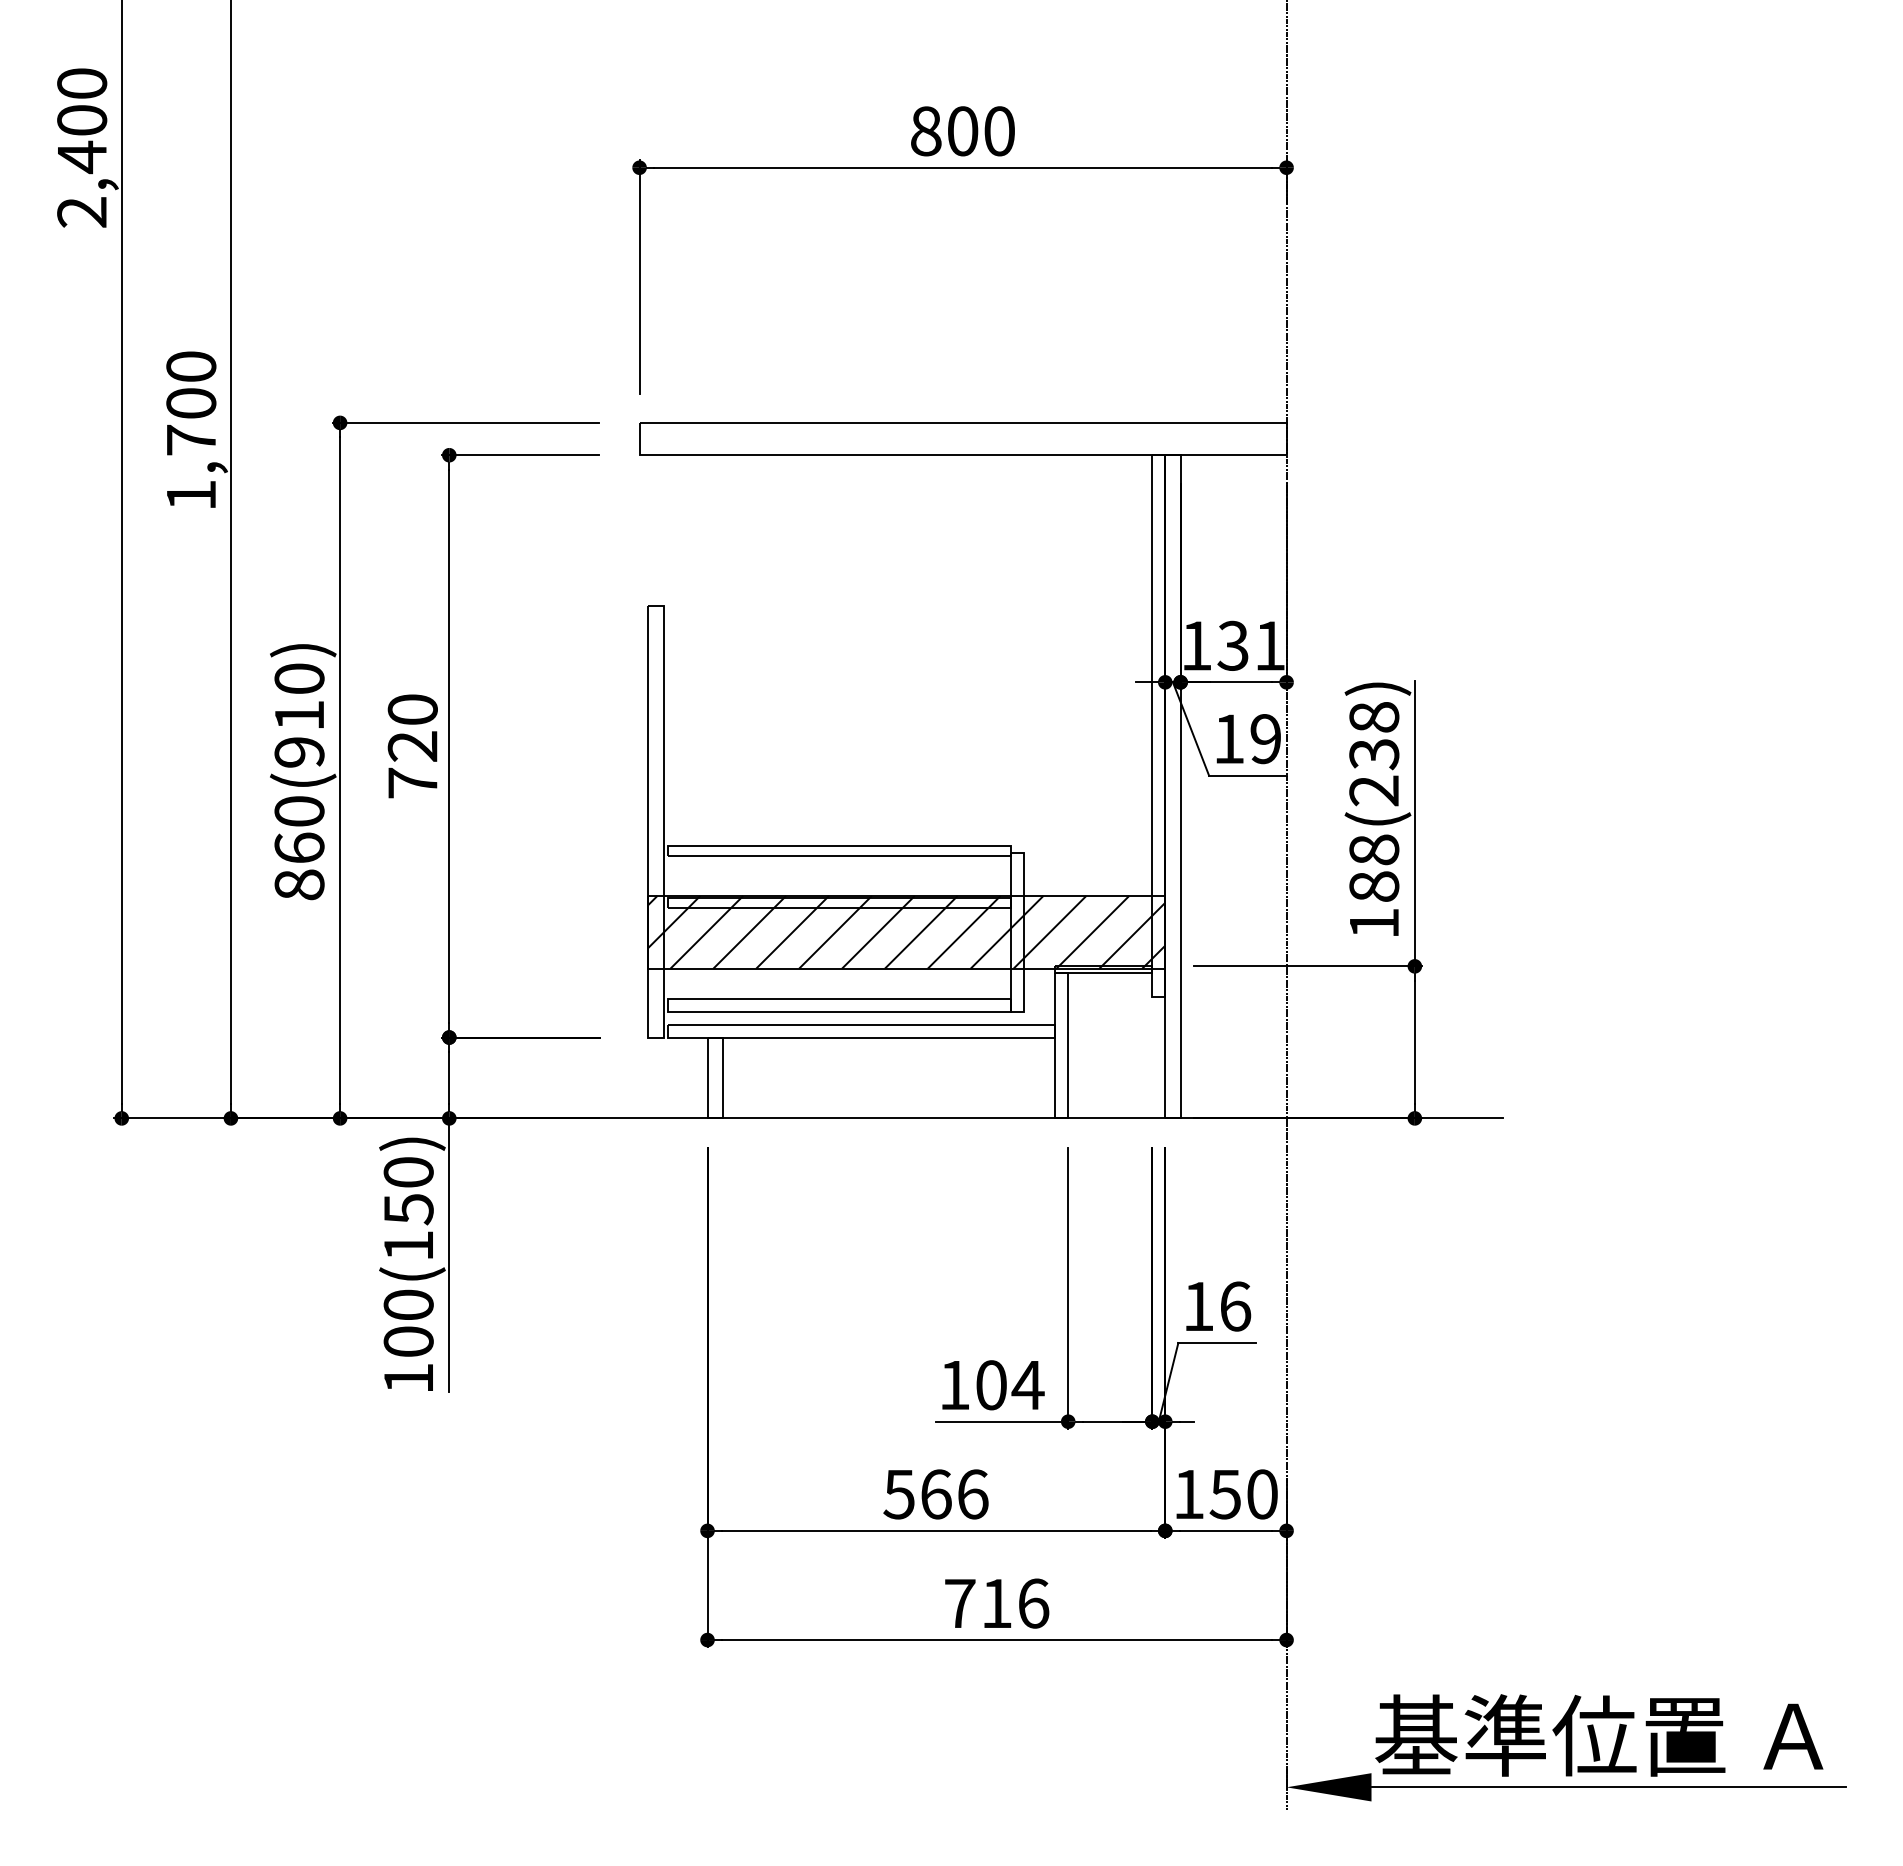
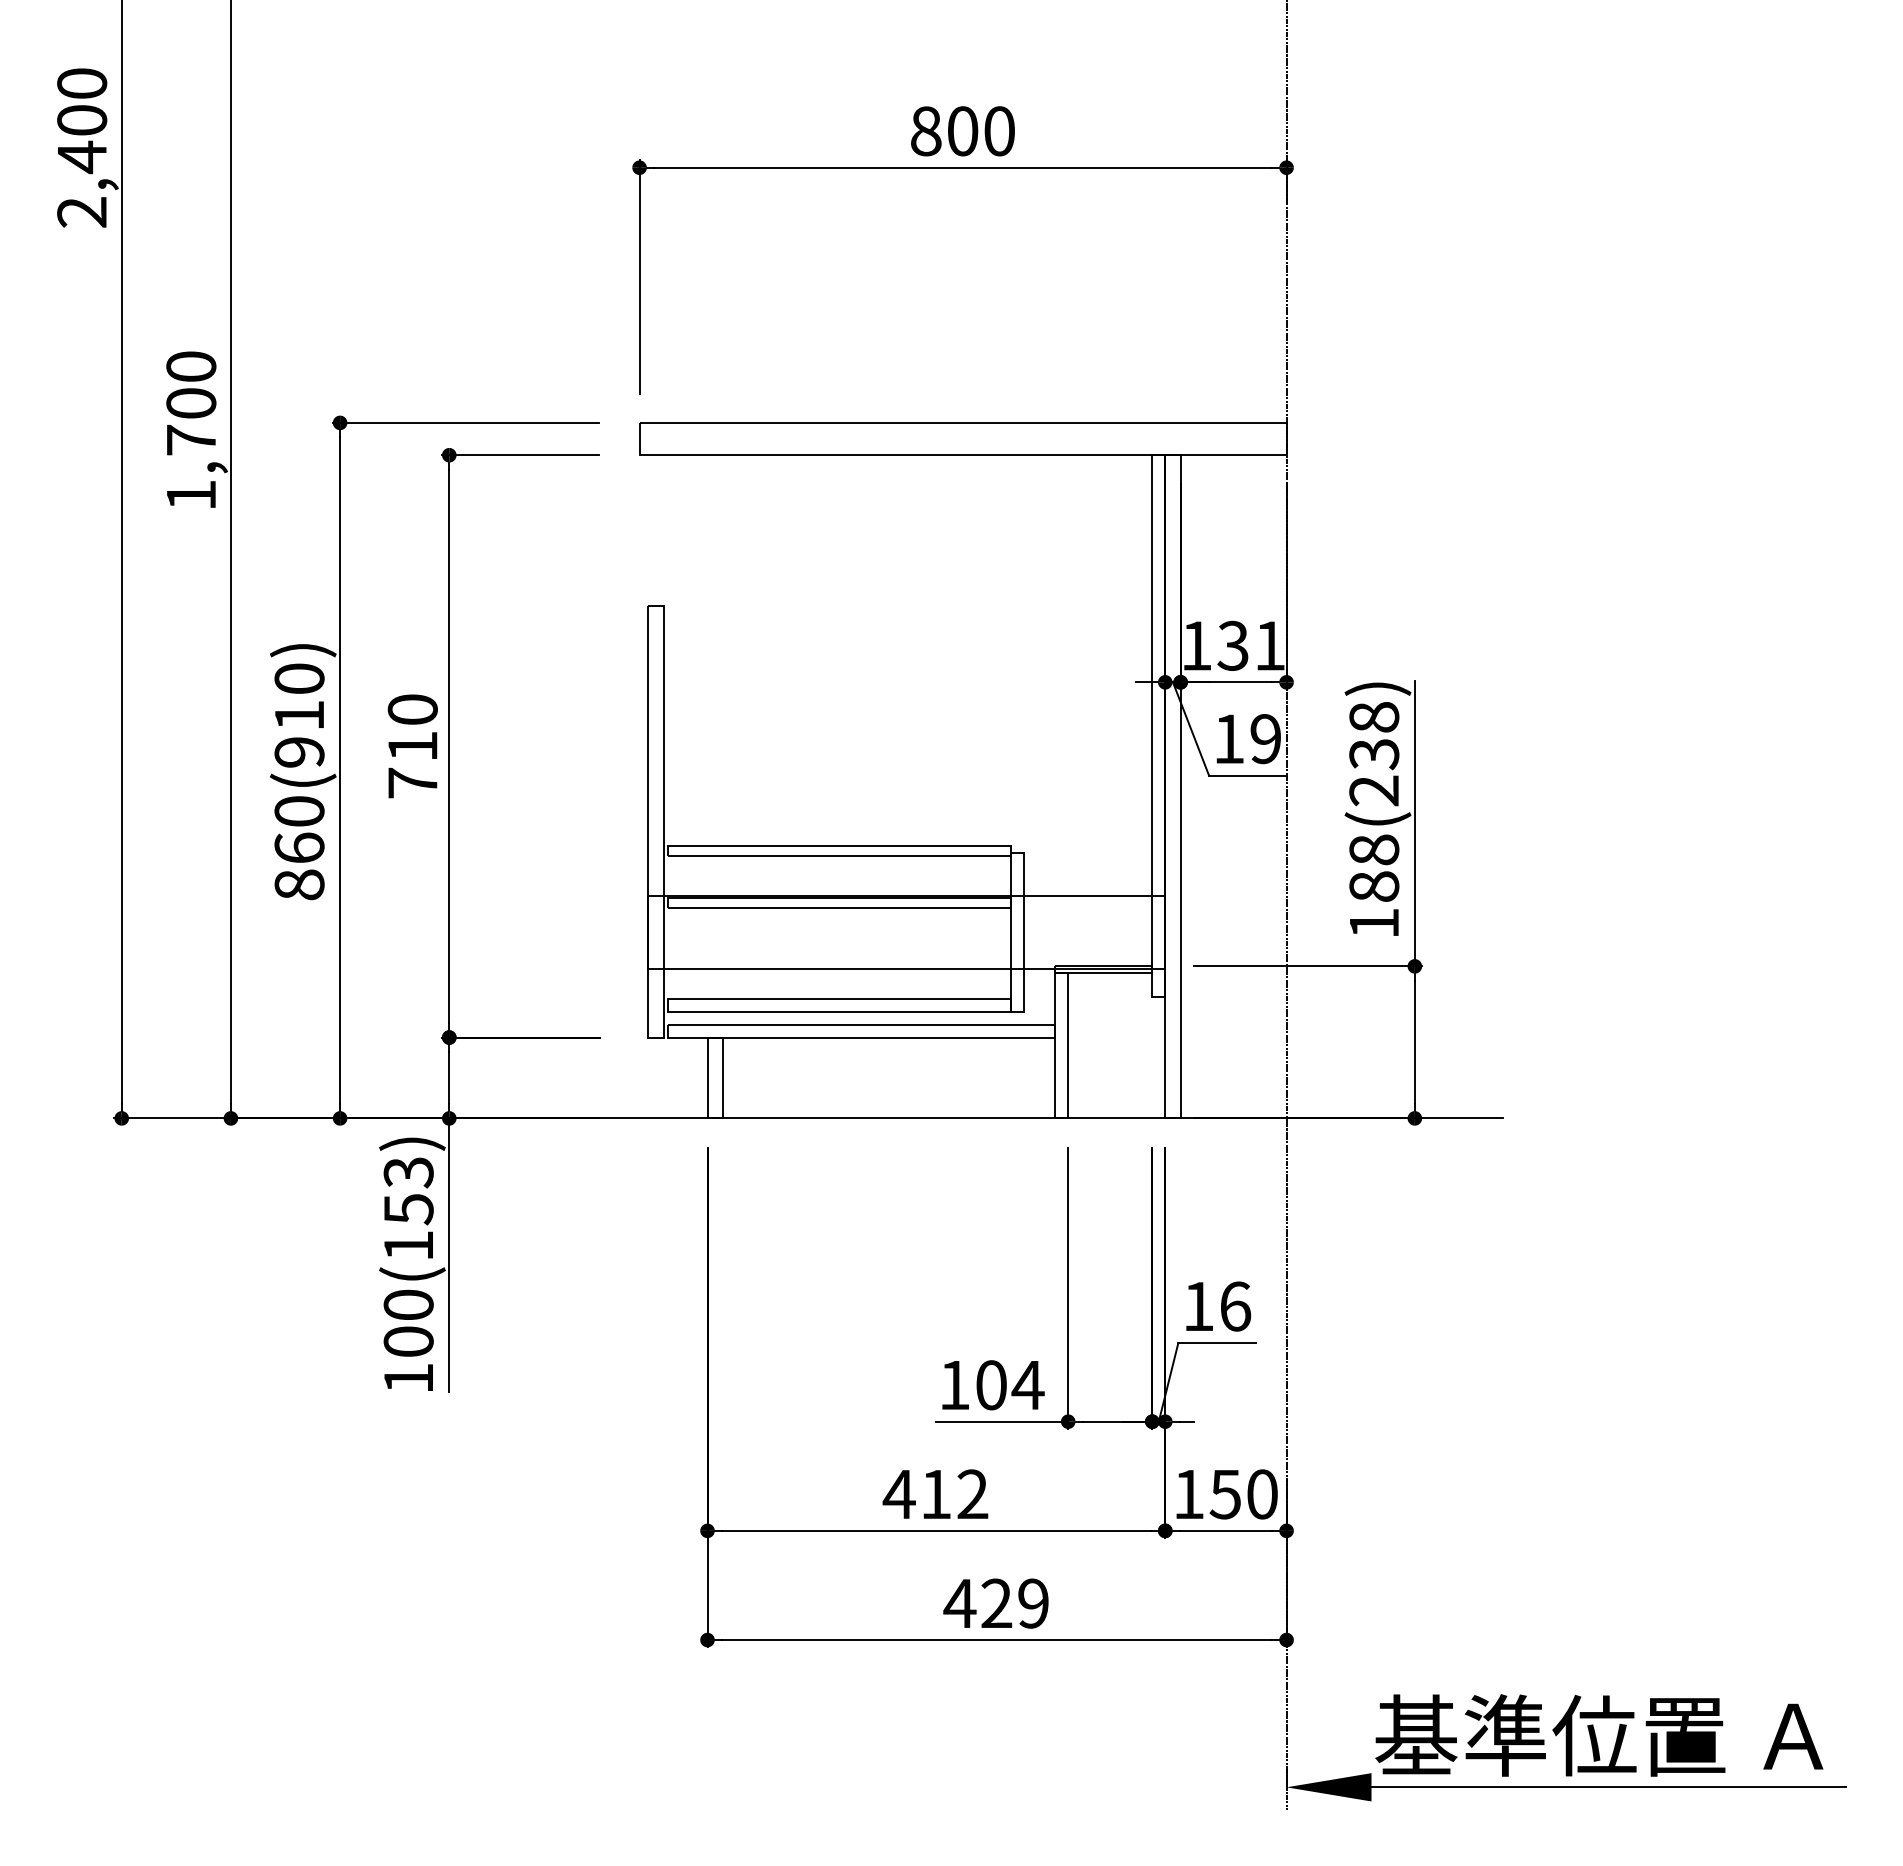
text at (412, 746): 720 -> 710
hatch at (906, 931): present -> none
text at (408, 1172): 100(150) -> 100(153)
text at (935, 1494): 566 -> 412
text at (996, 1603): 716 -> 429
